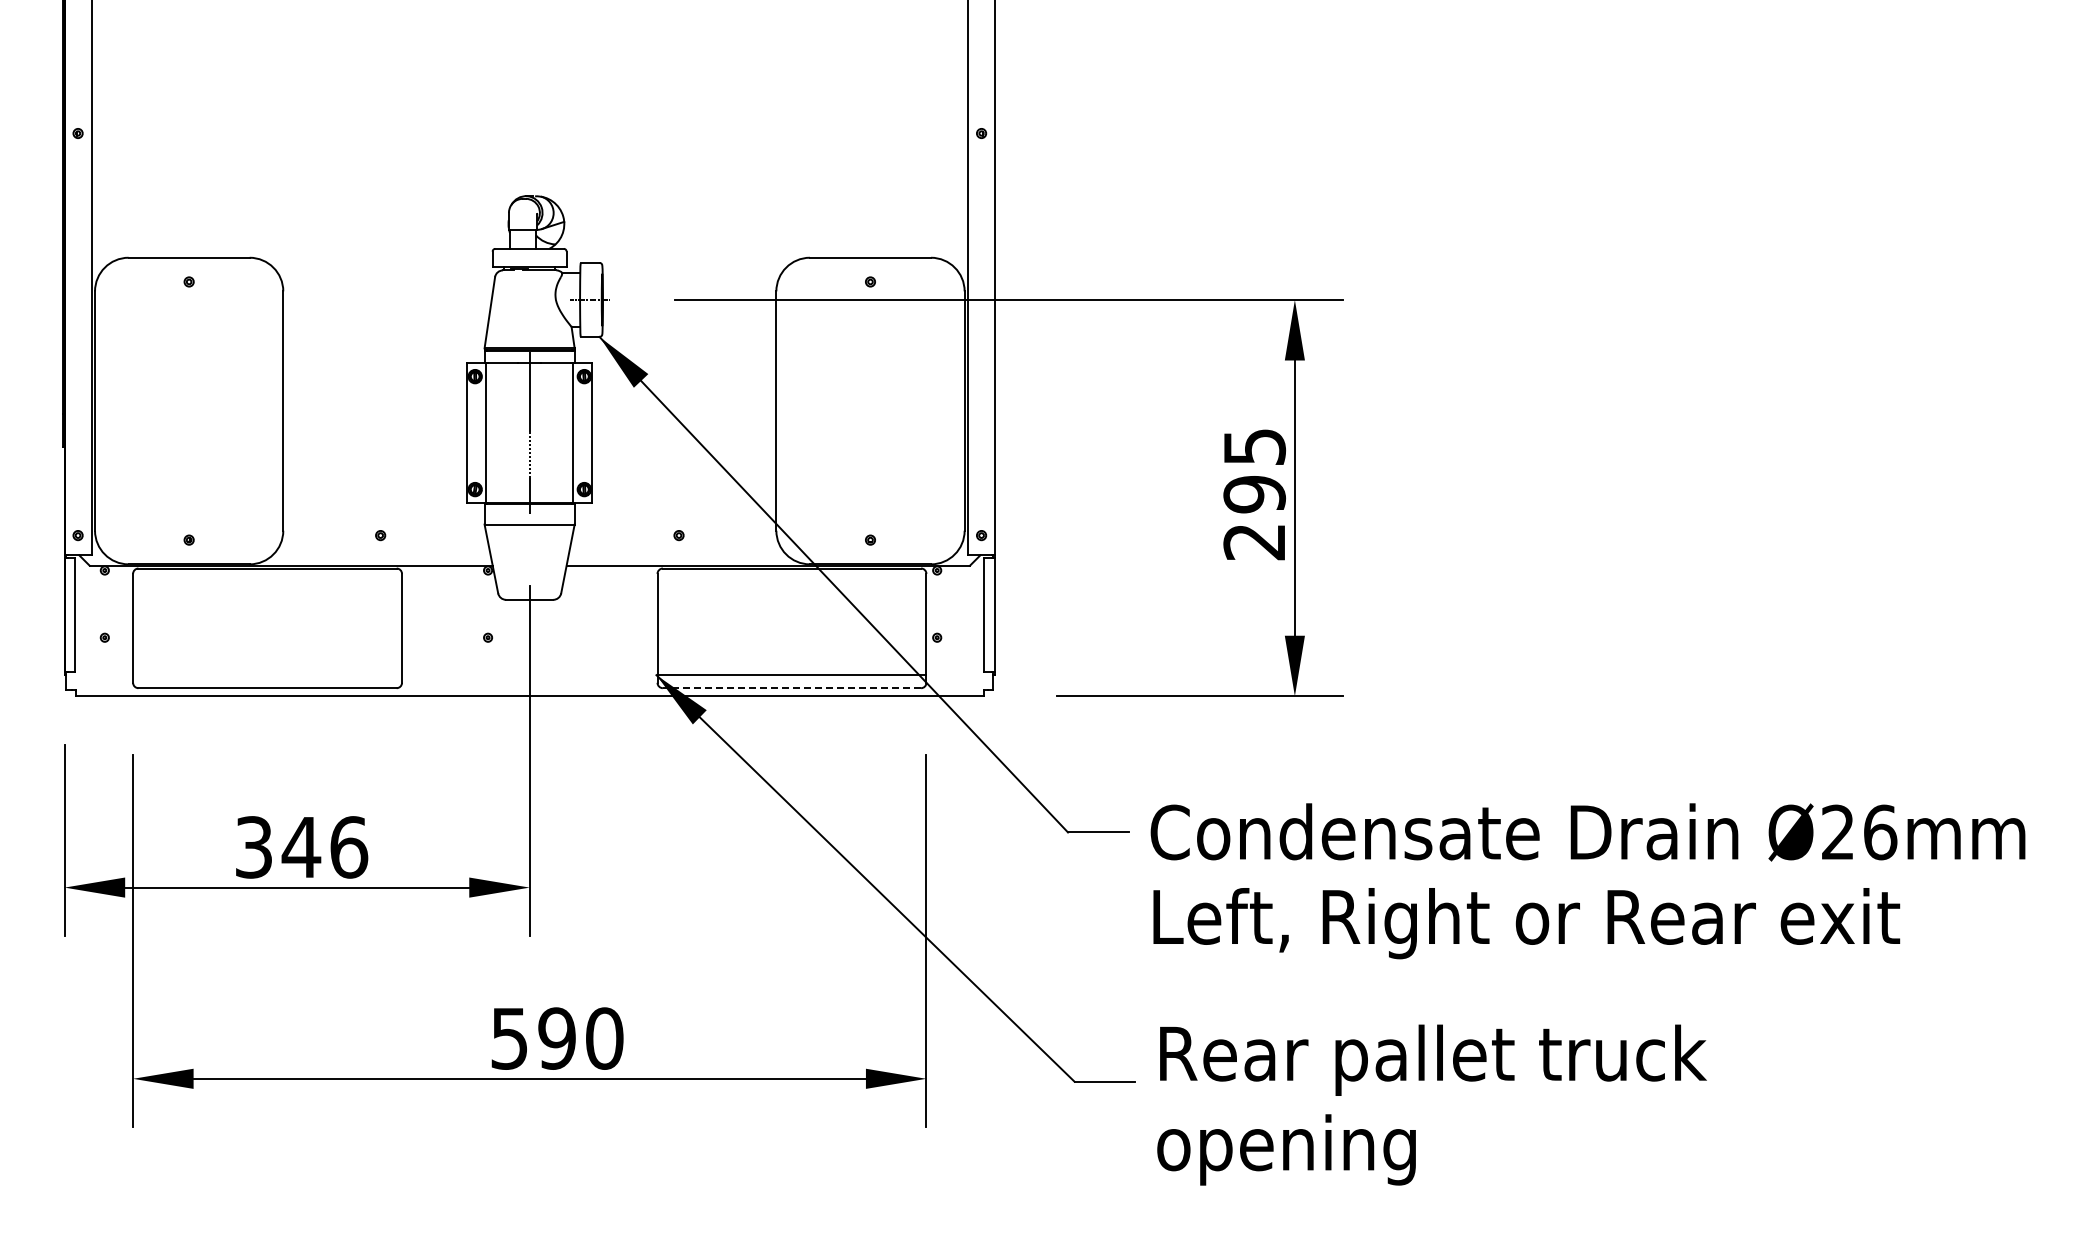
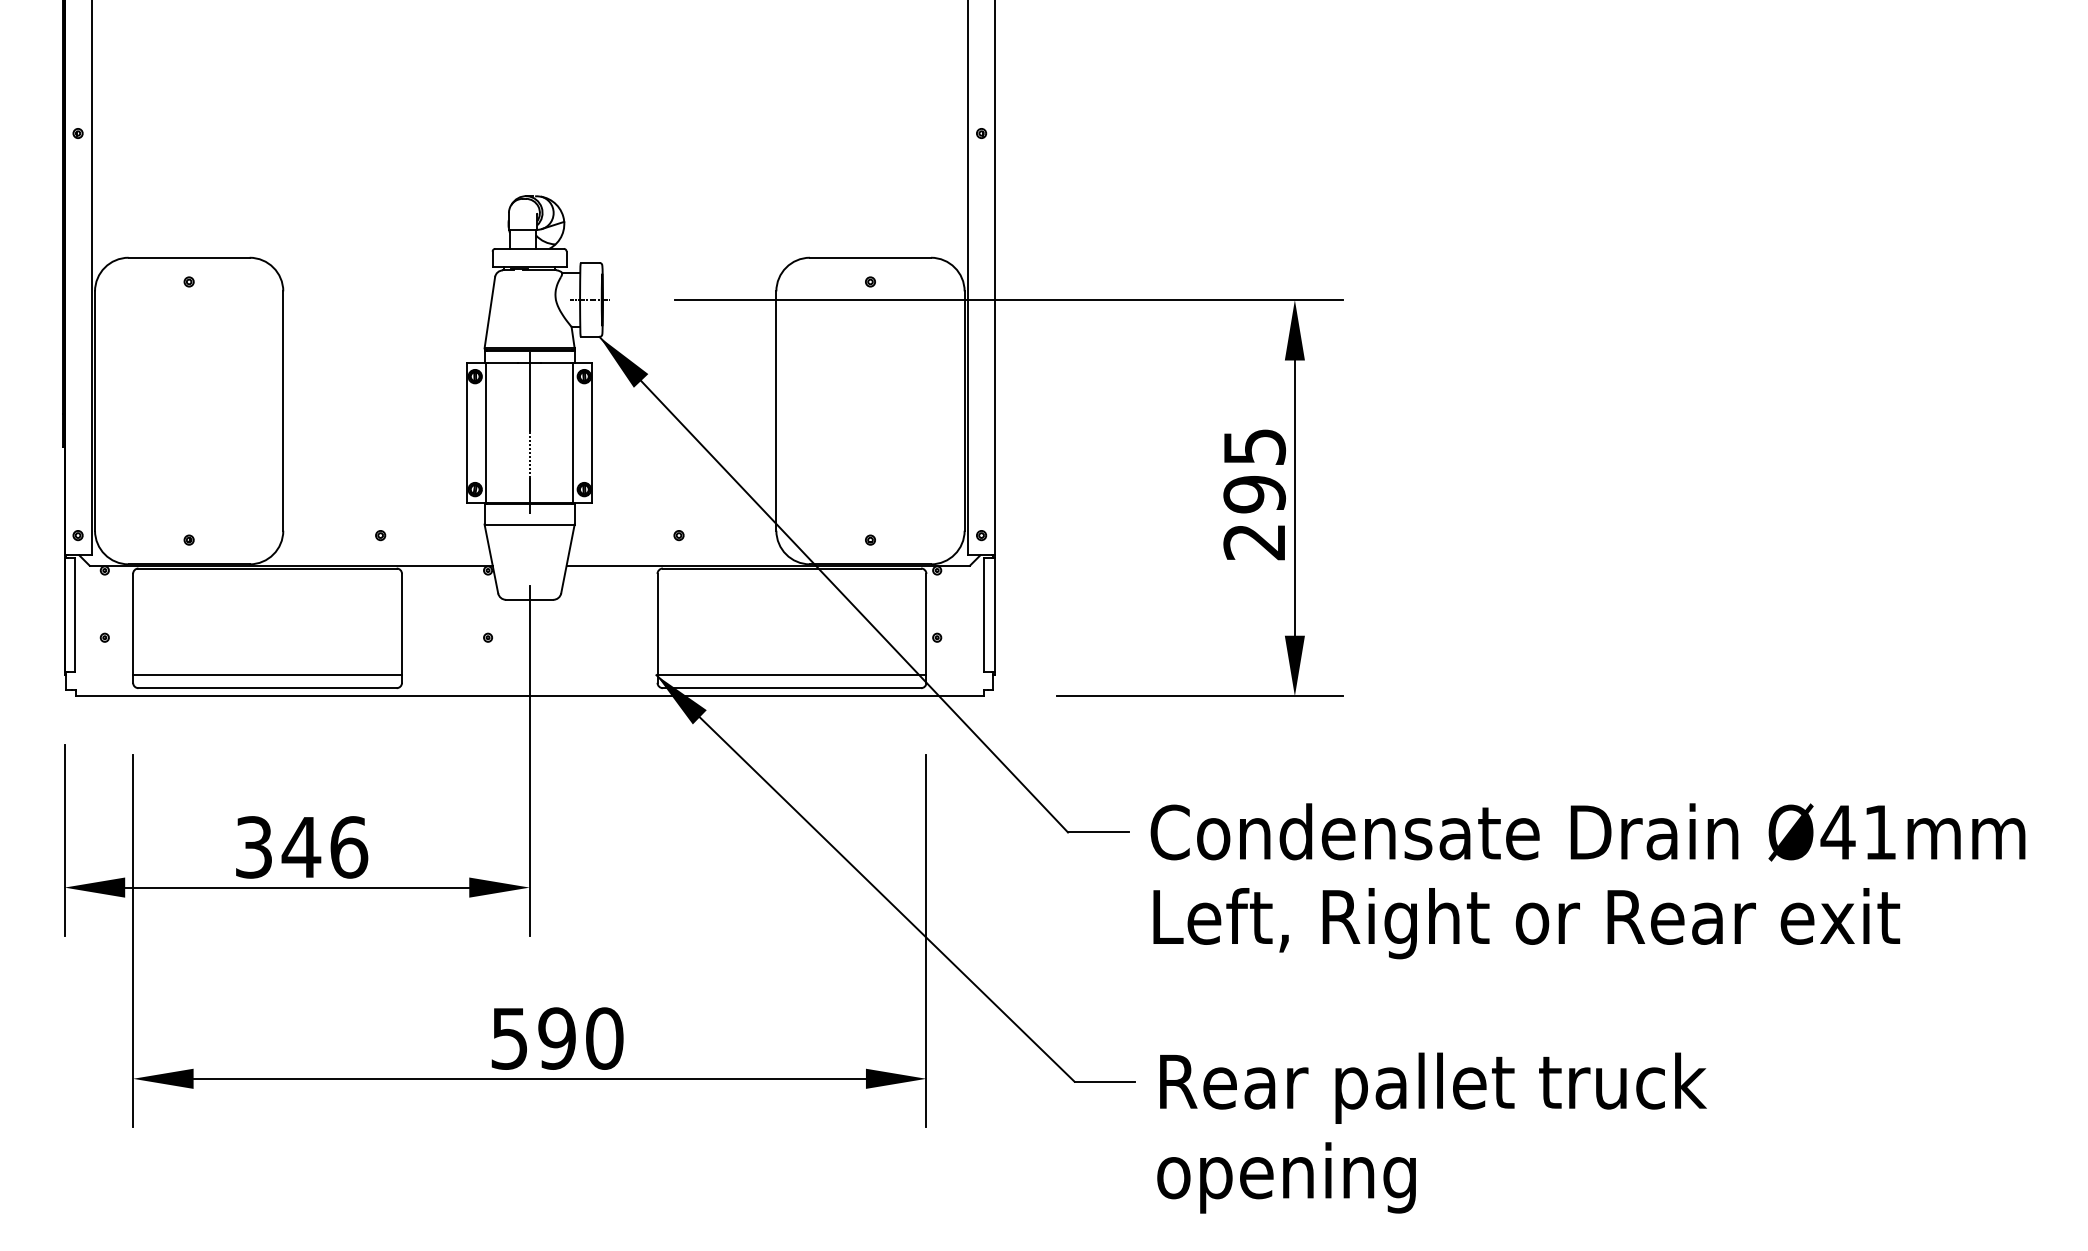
line at (267, 675): none -> present
line at (791, 688): dashed -> solid
text at (1858, 832): Ø26mm -> Ø41mm
text at (1431, 1104) position: (1431, 1104) -> (1431, 1132)
